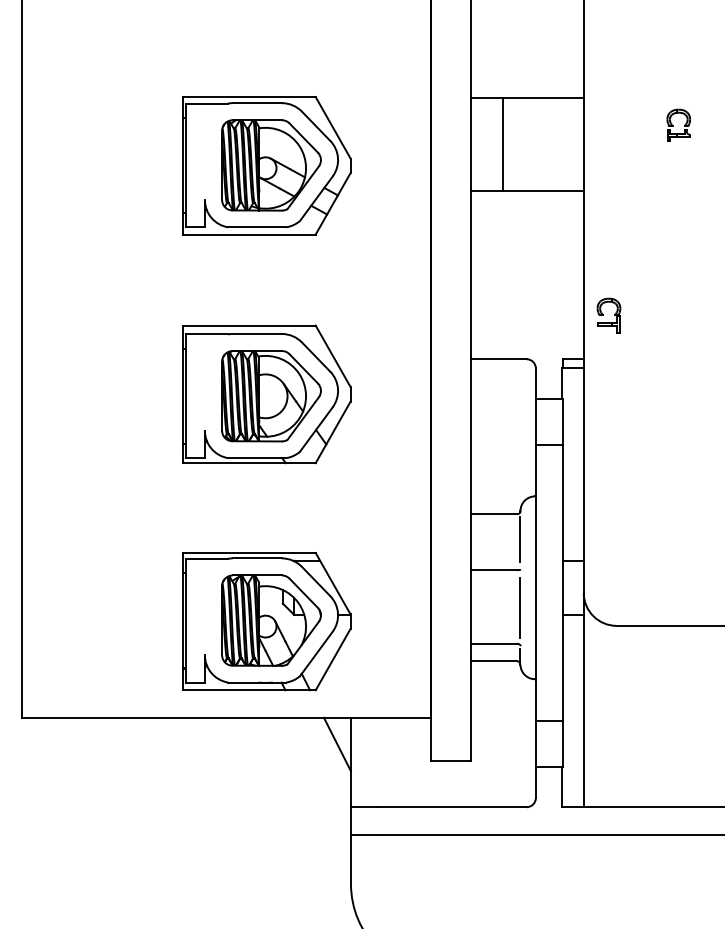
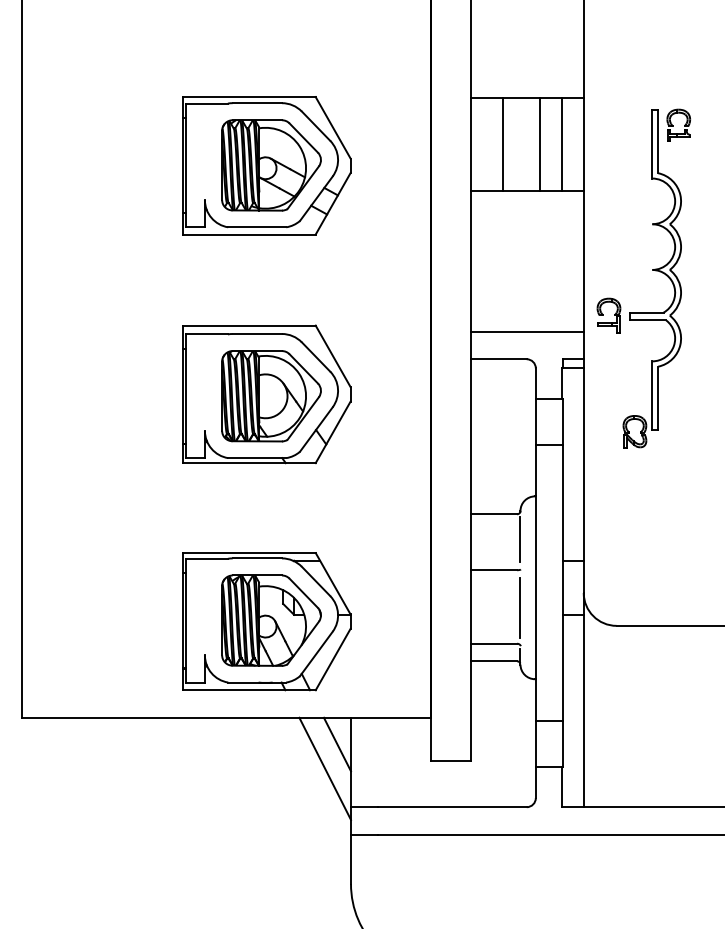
line at (539, 144): none -> present
line at (562, 144): none -> present
part at (652, 270): none -> present
line at (526, 331): none -> present
line at (325, 768): none -> present
